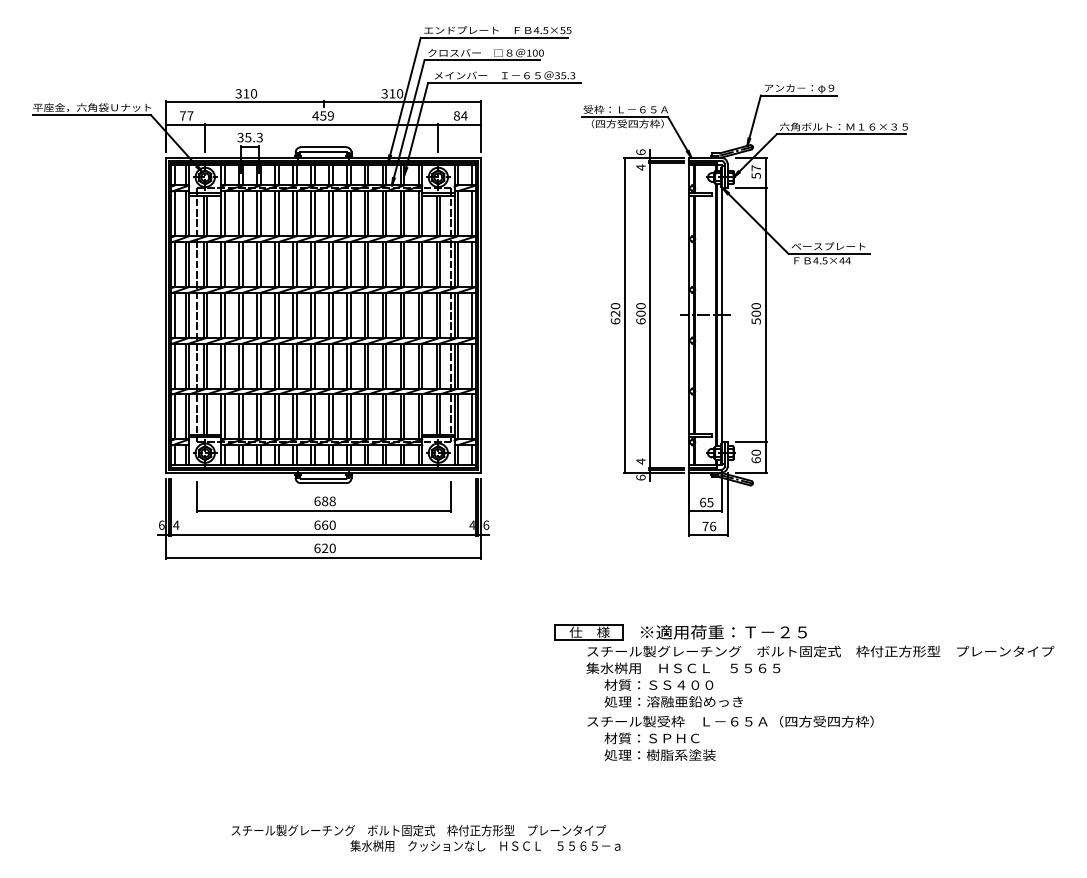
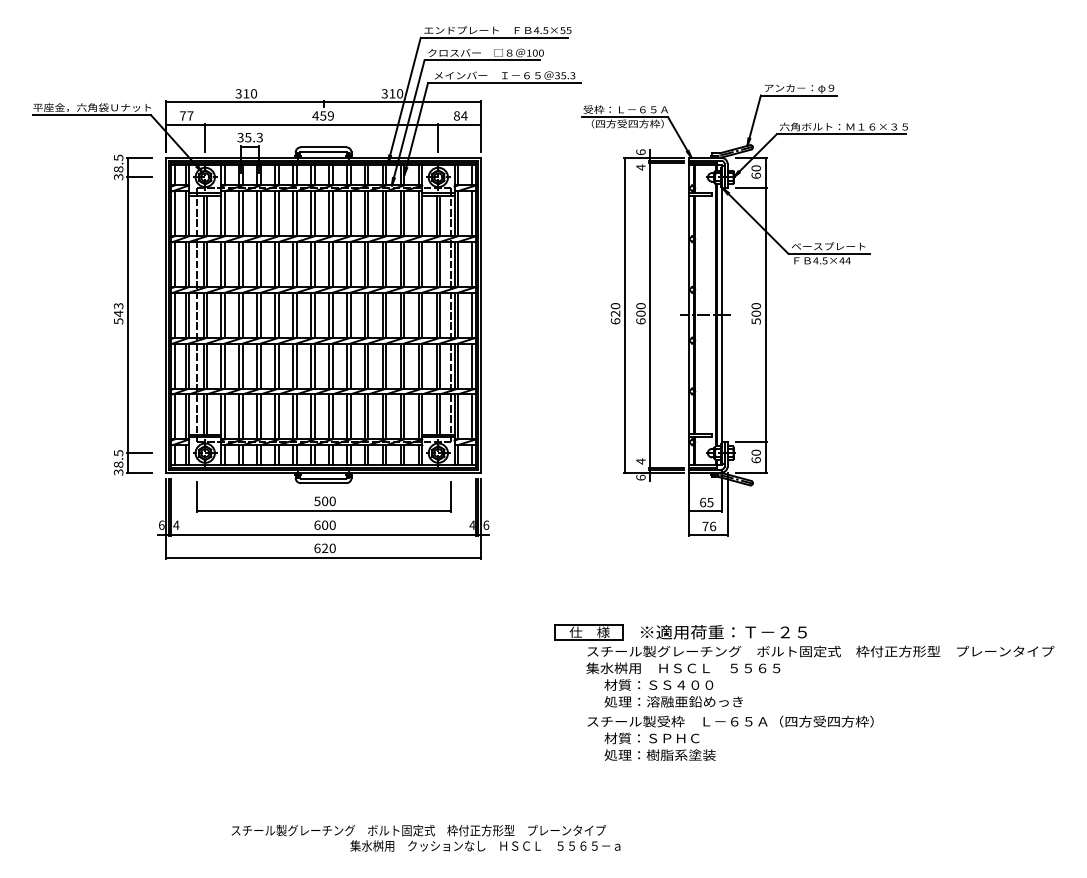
text at (755, 171): 57 -> 60
part at (132, 314): none -> present
text at (324, 501): 688 -> 500
text at (325, 524): 660 -> 600
